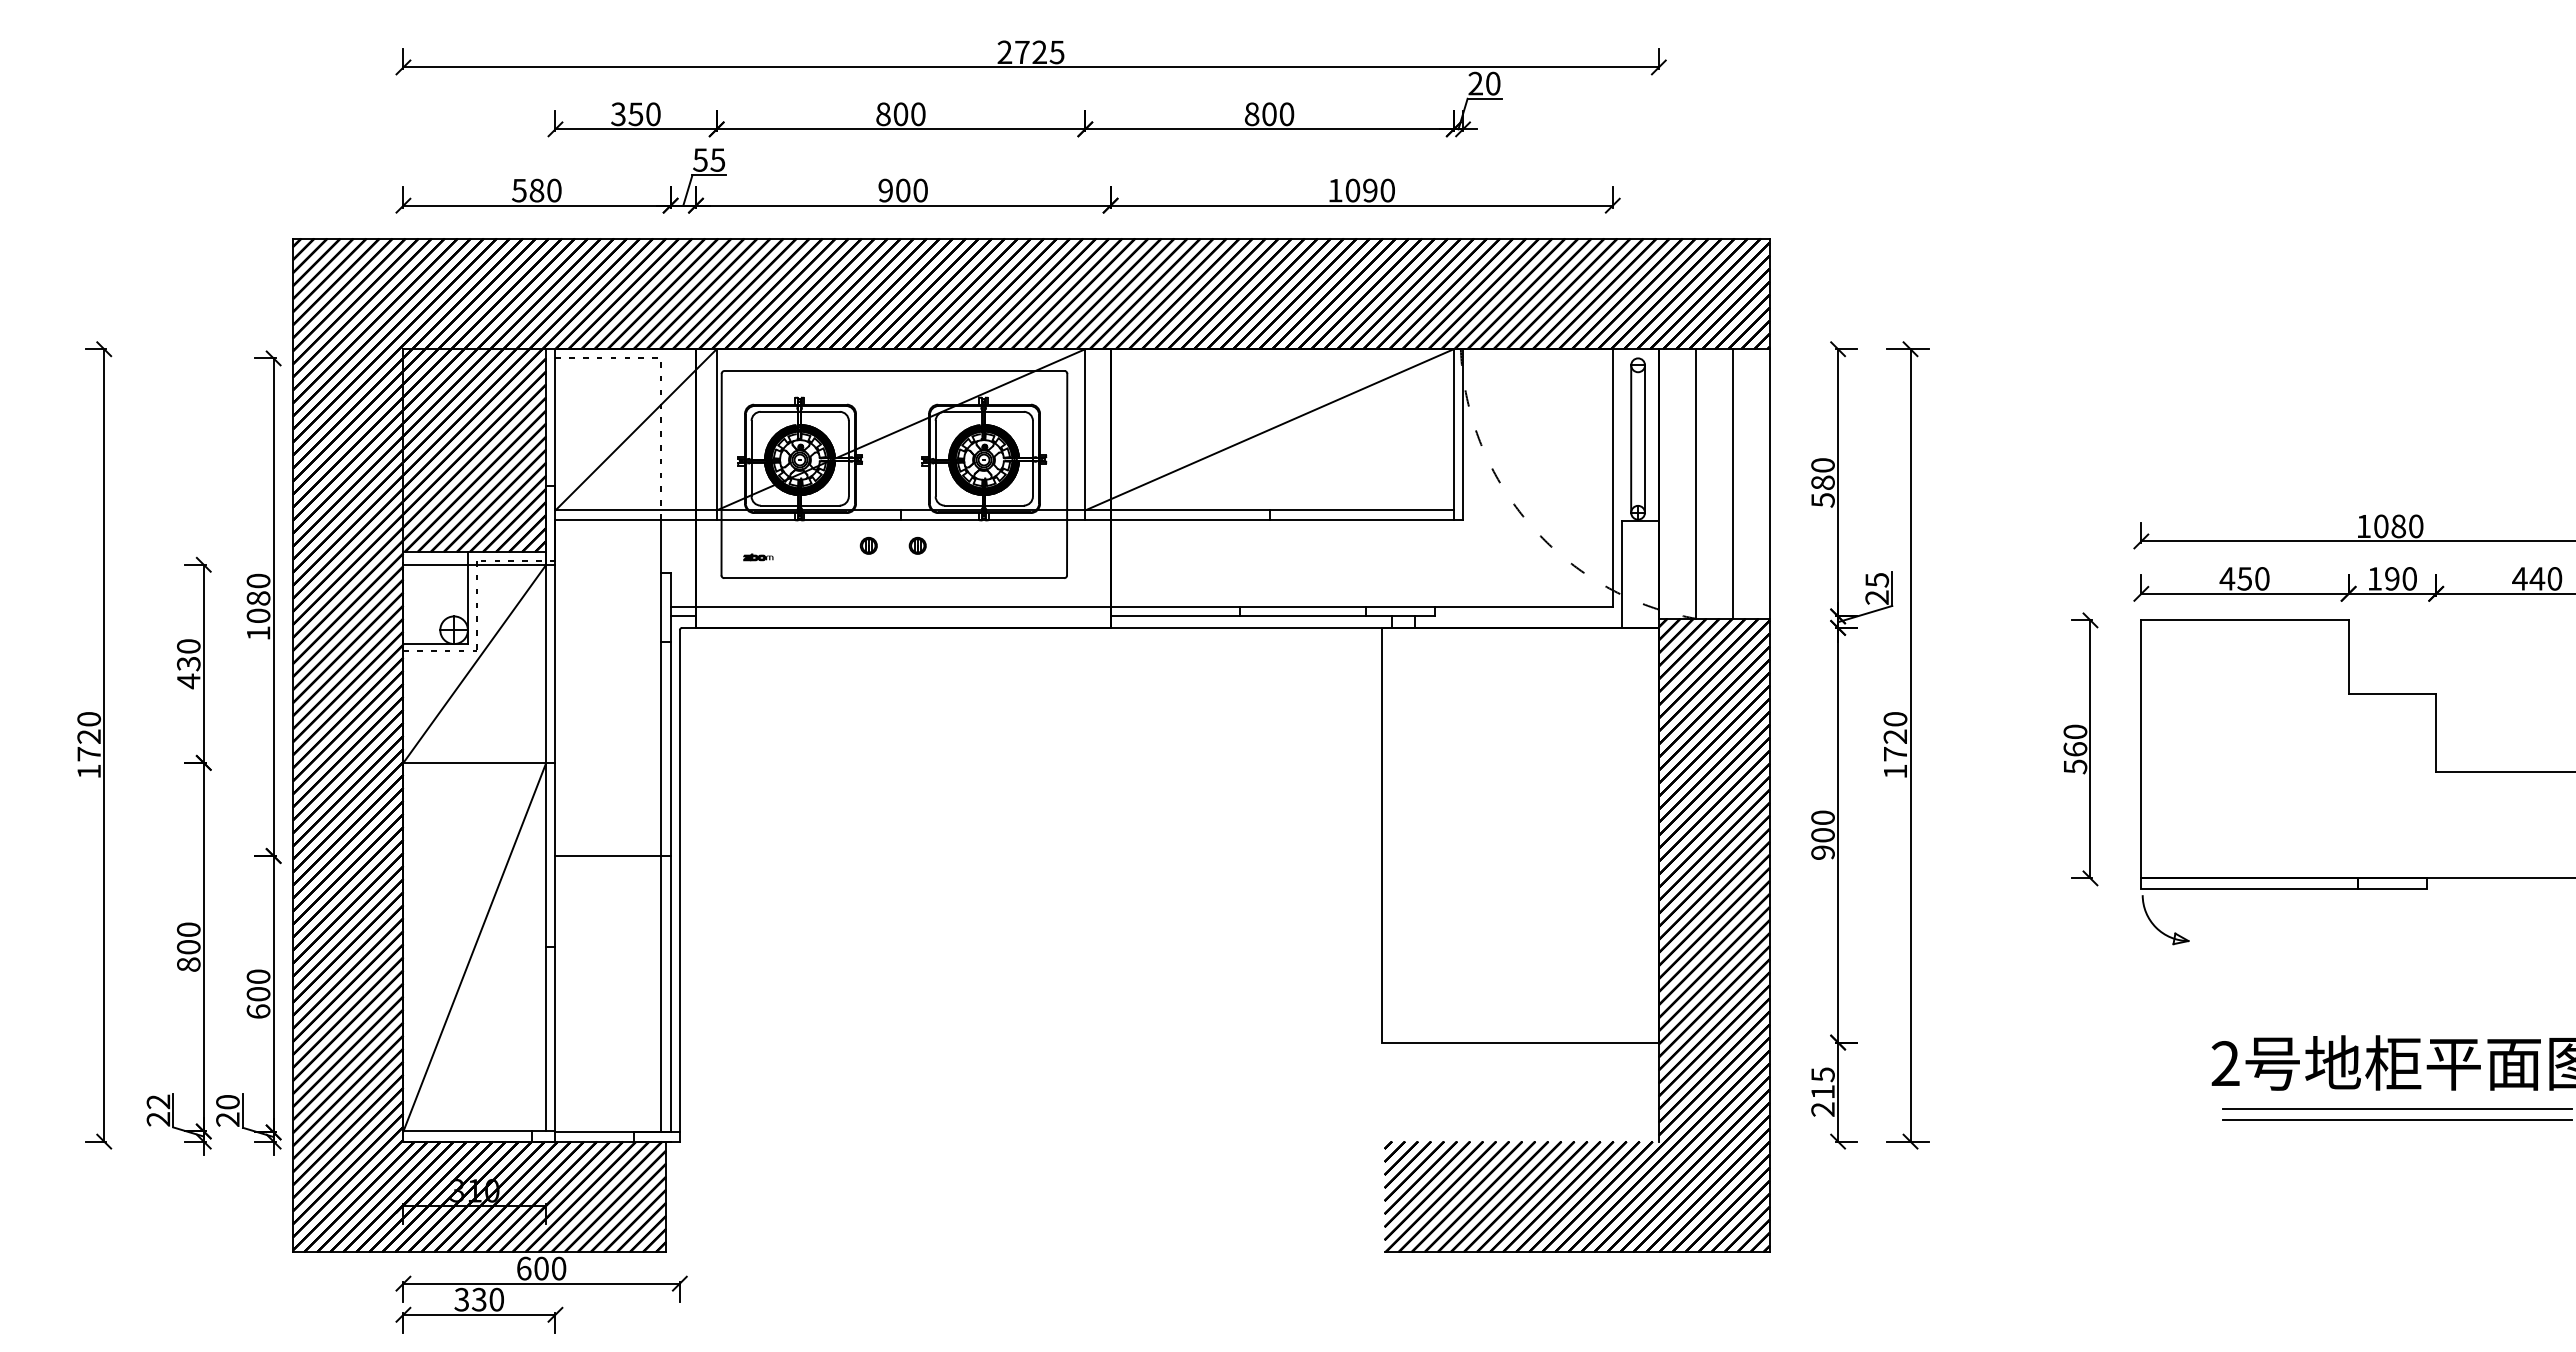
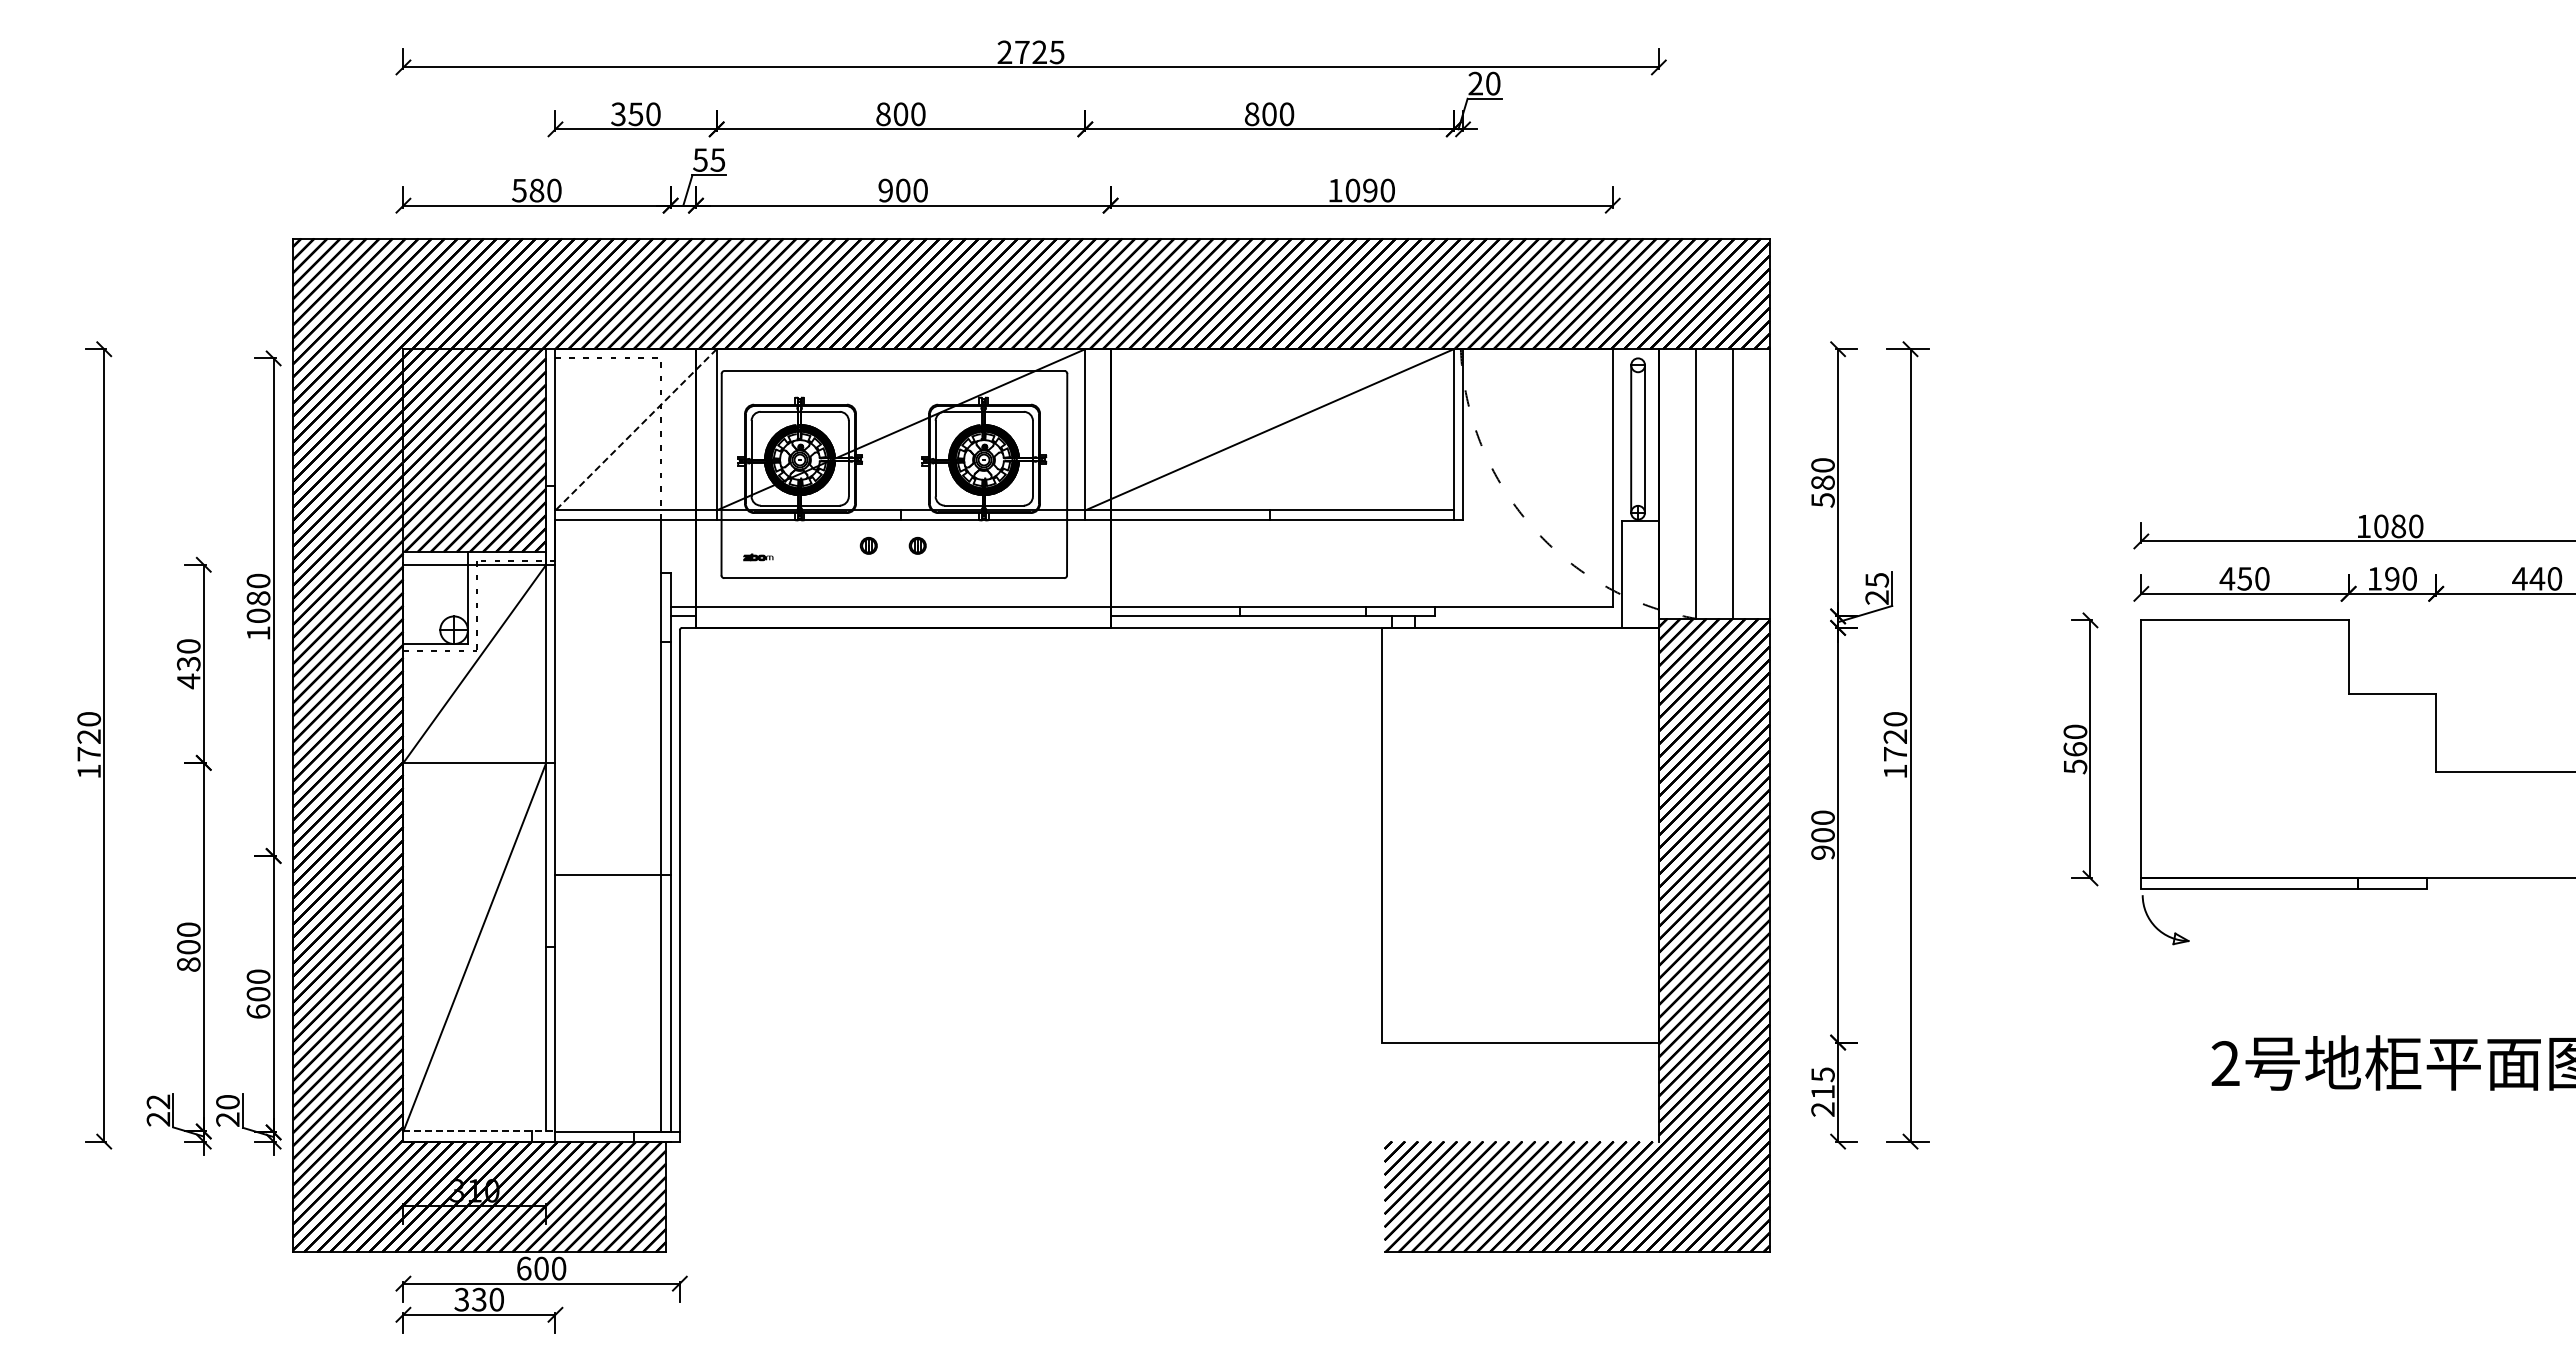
line at (635, 430): solid -> dashed
line at (612, 855) position: (612, 855) -> (612, 874)
line at (2397, 1108): present -> none
line at (2397, 1119): present -> none
line at (479, 1131): solid -> dashed
